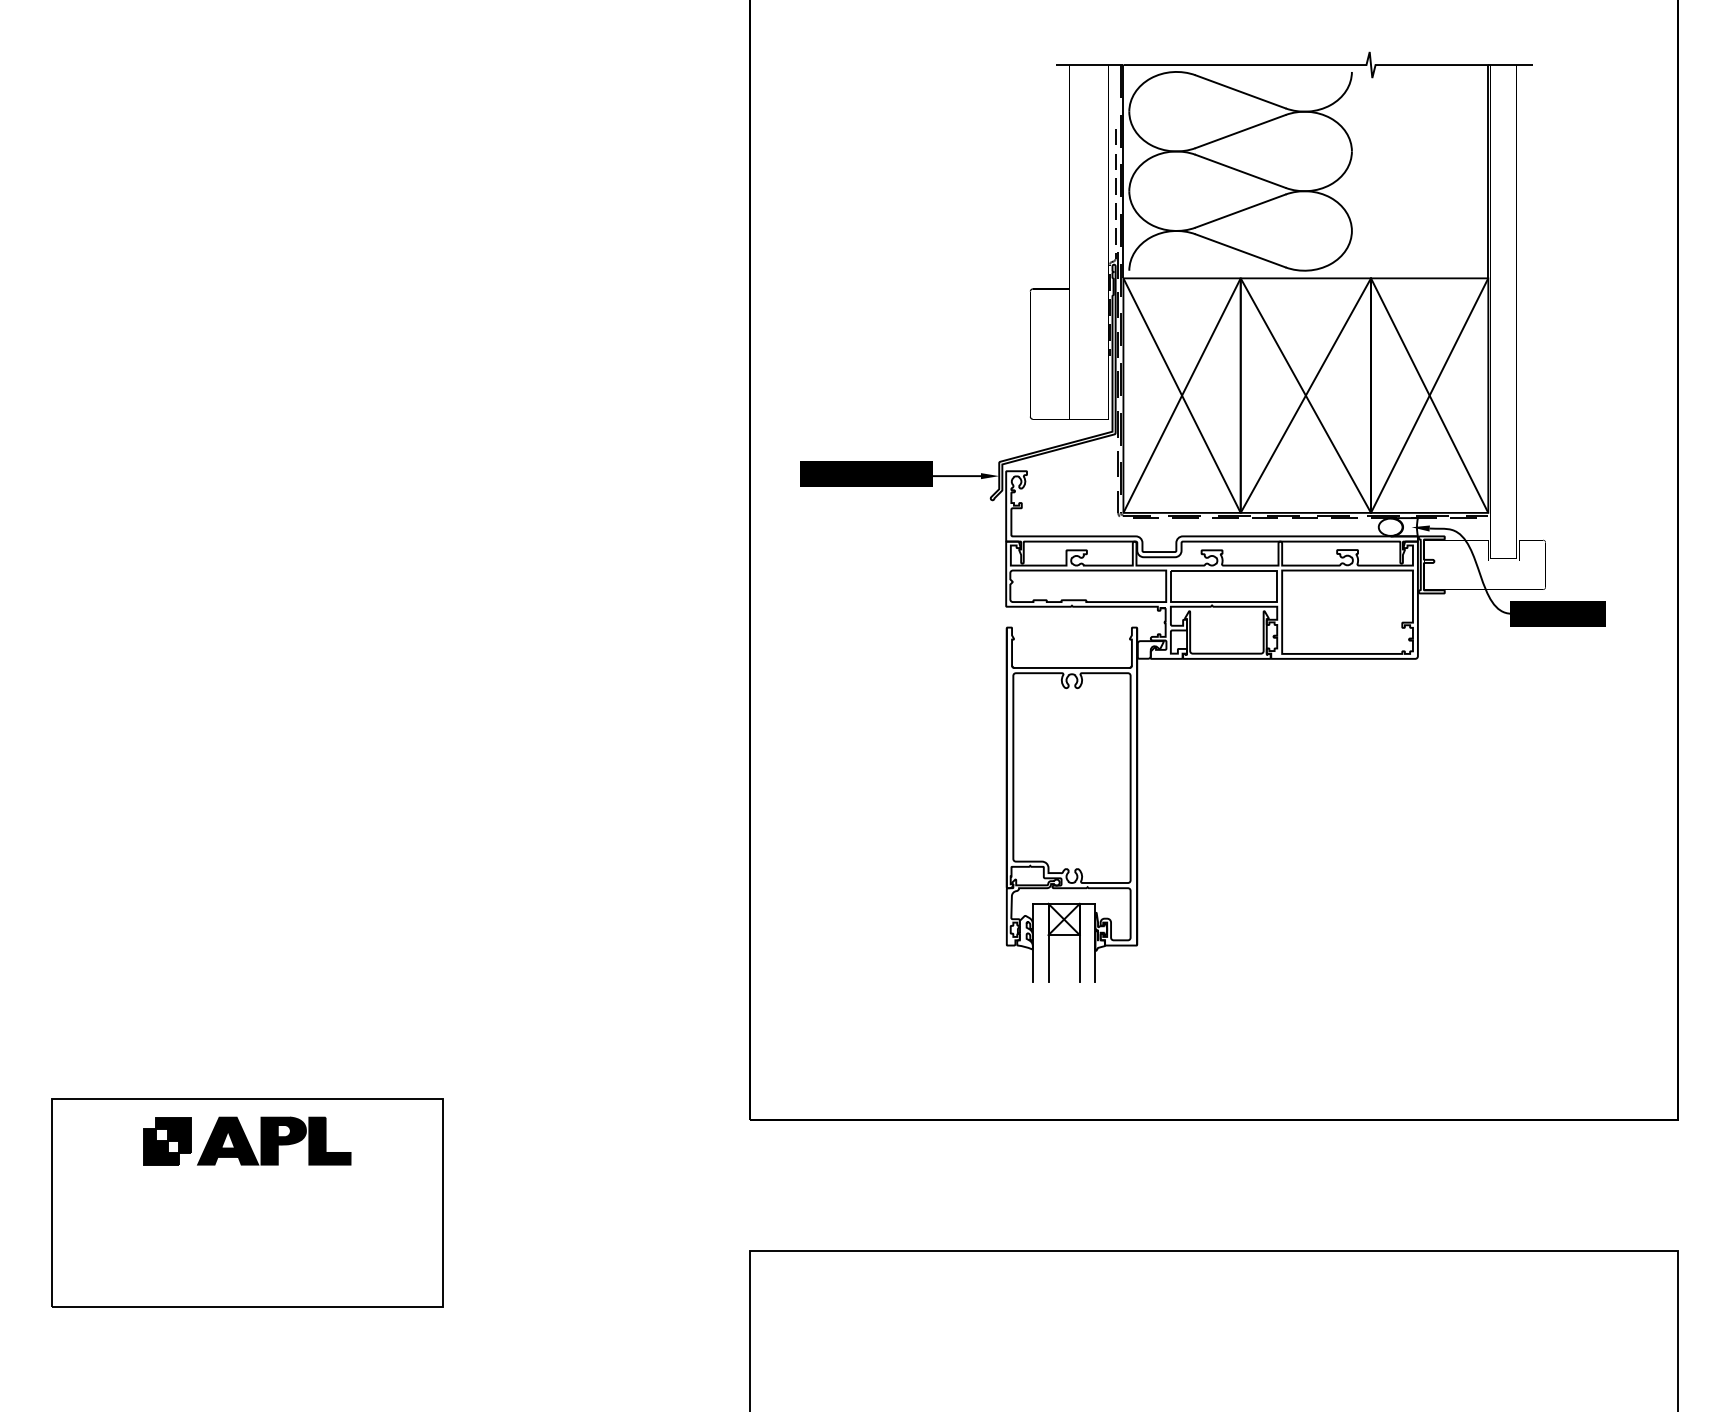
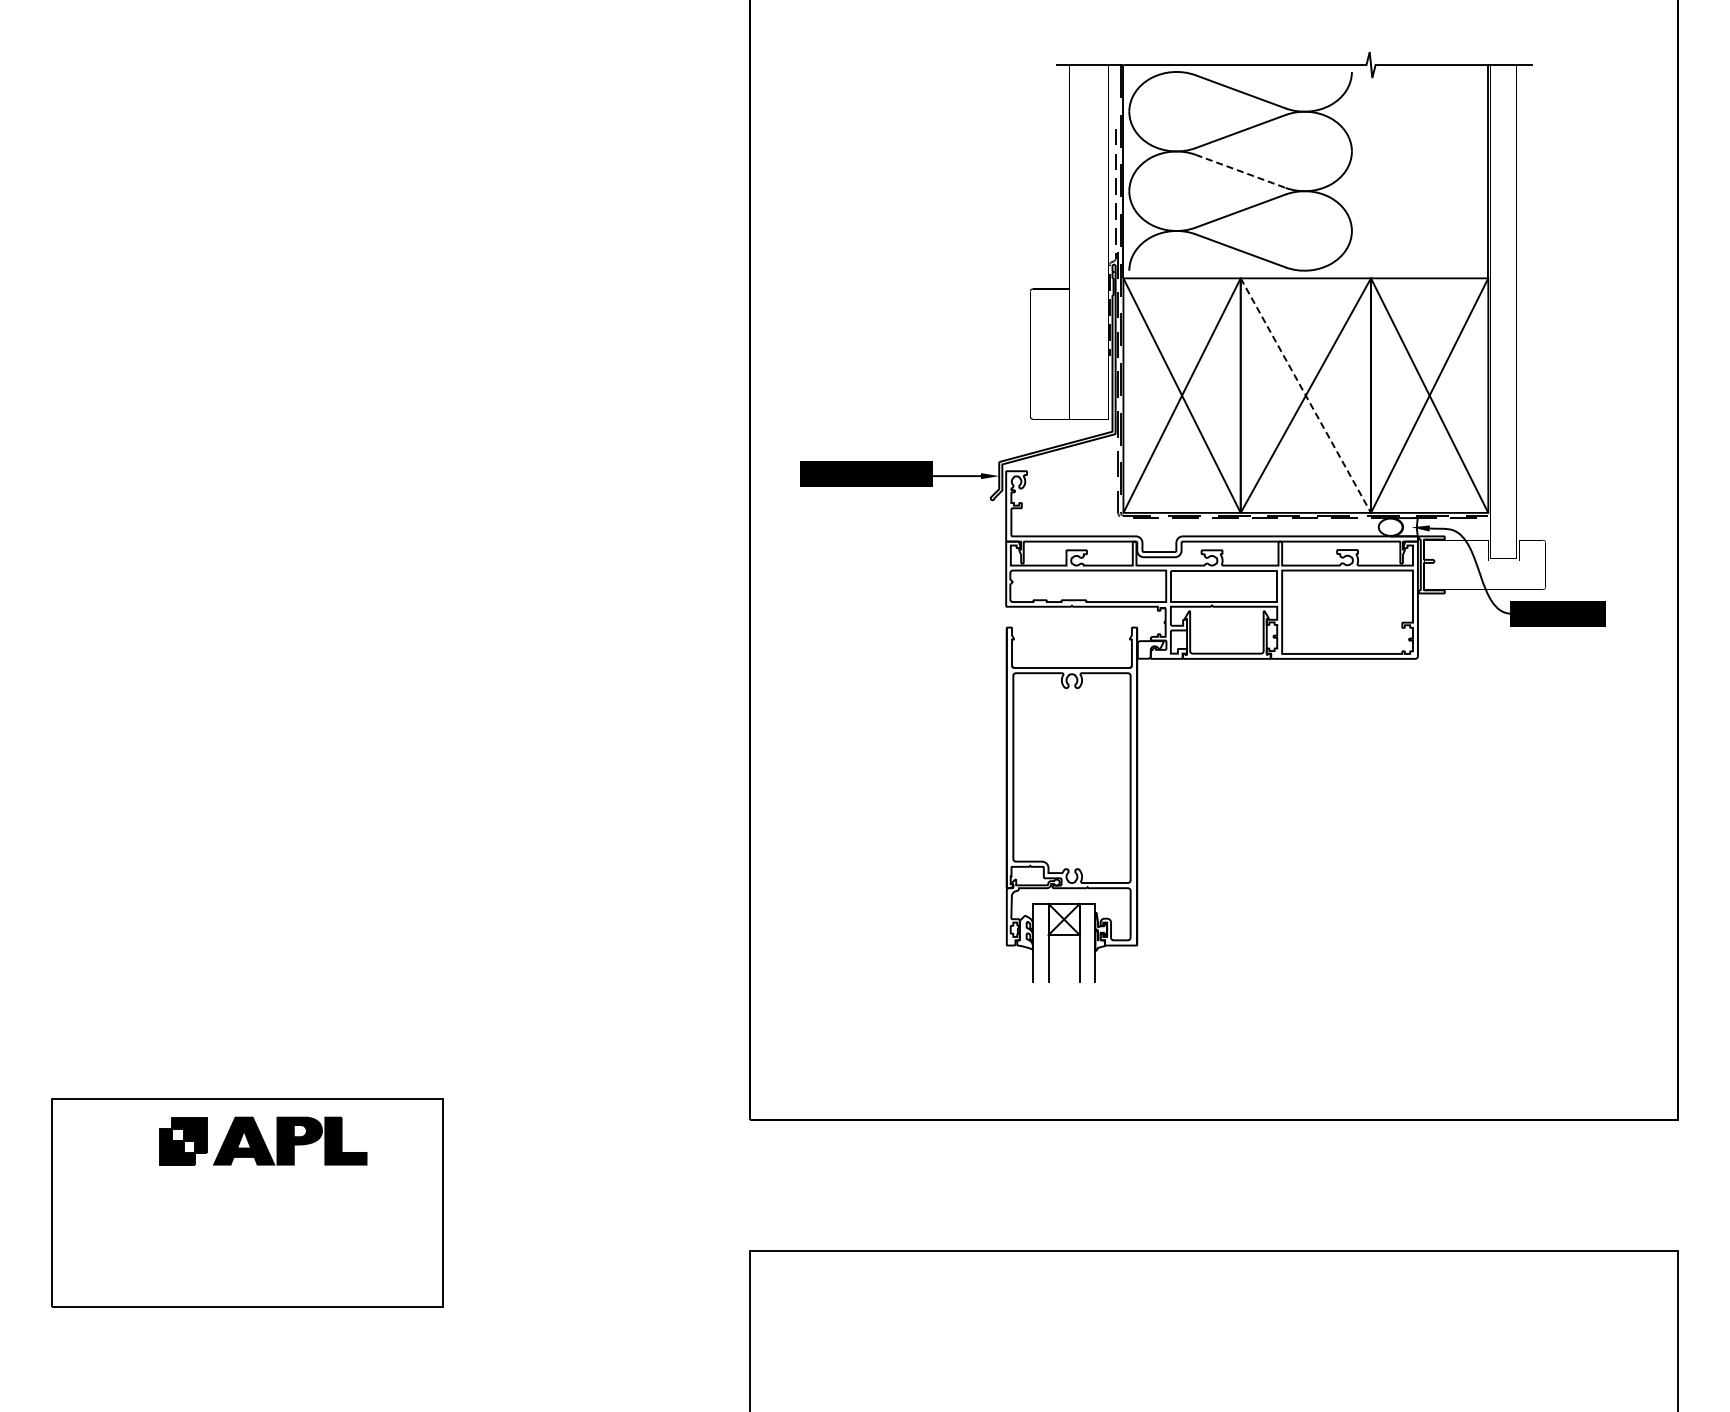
line at (1240, 171): solid -> dashed
line at (1306, 396): solid -> dashed
part at (247, 1140) position: (247, 1140) -> (263, 1140)
